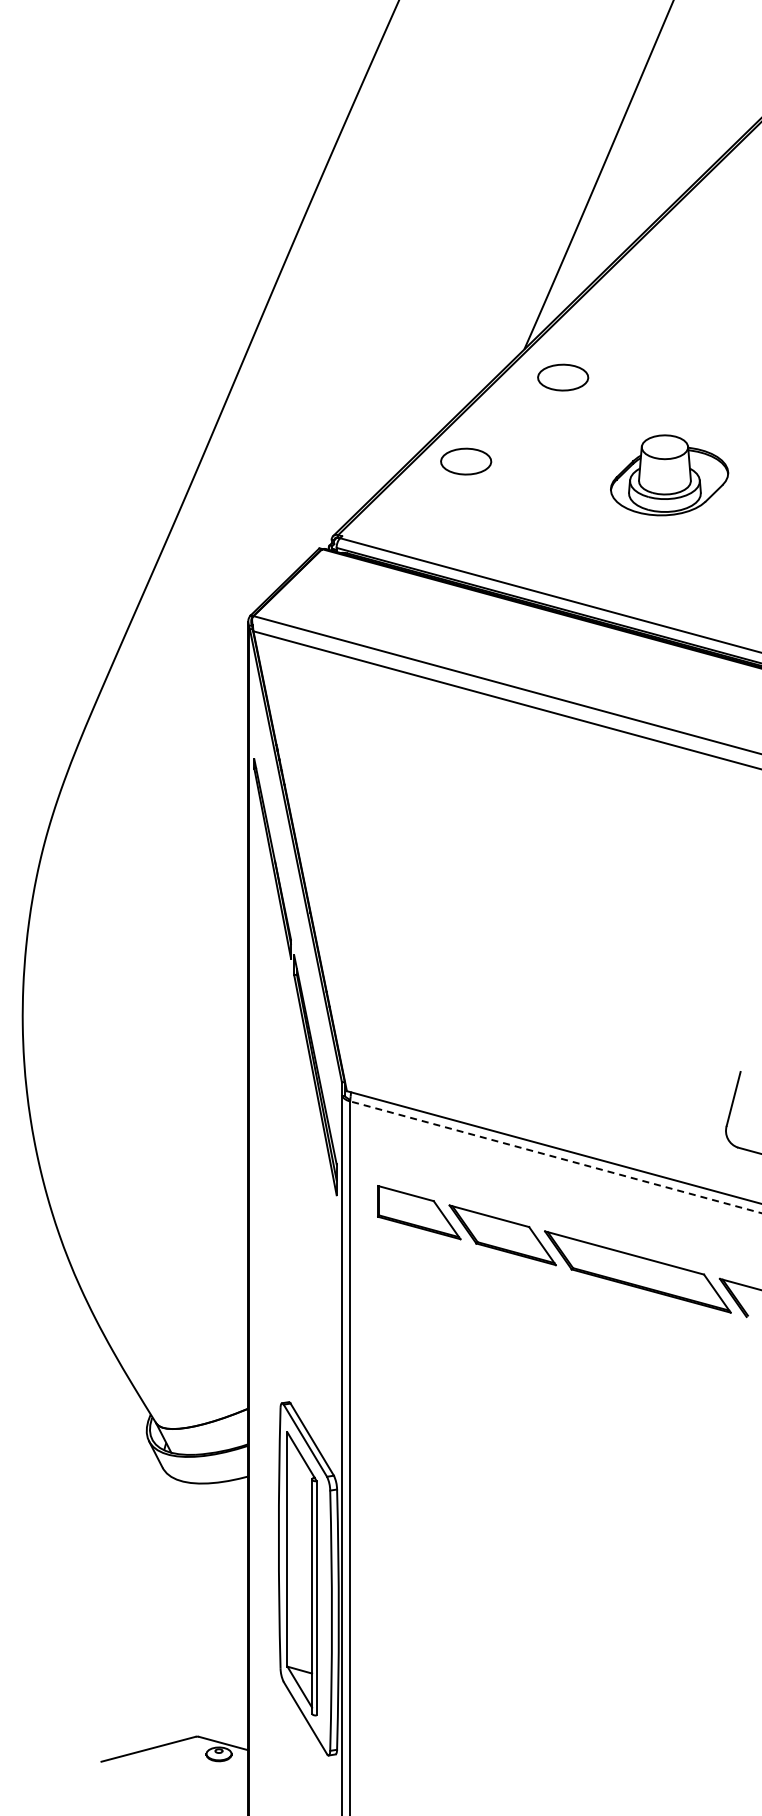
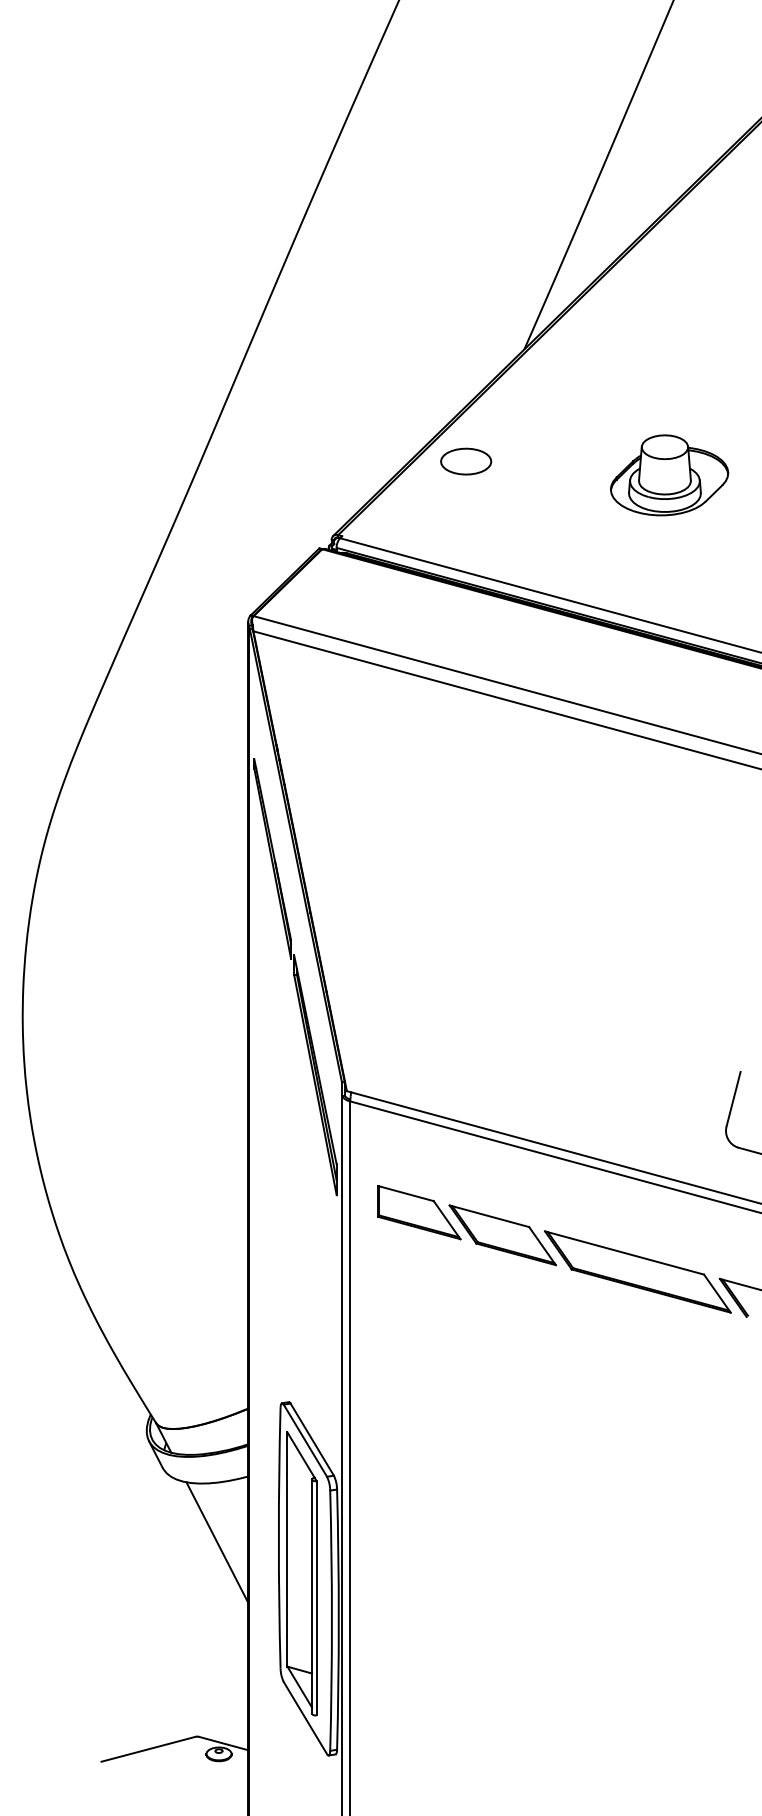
part at (563, 377): present -> none
line at (555, 1157): dashed -> solid
line at (217, 1542): none -> present
